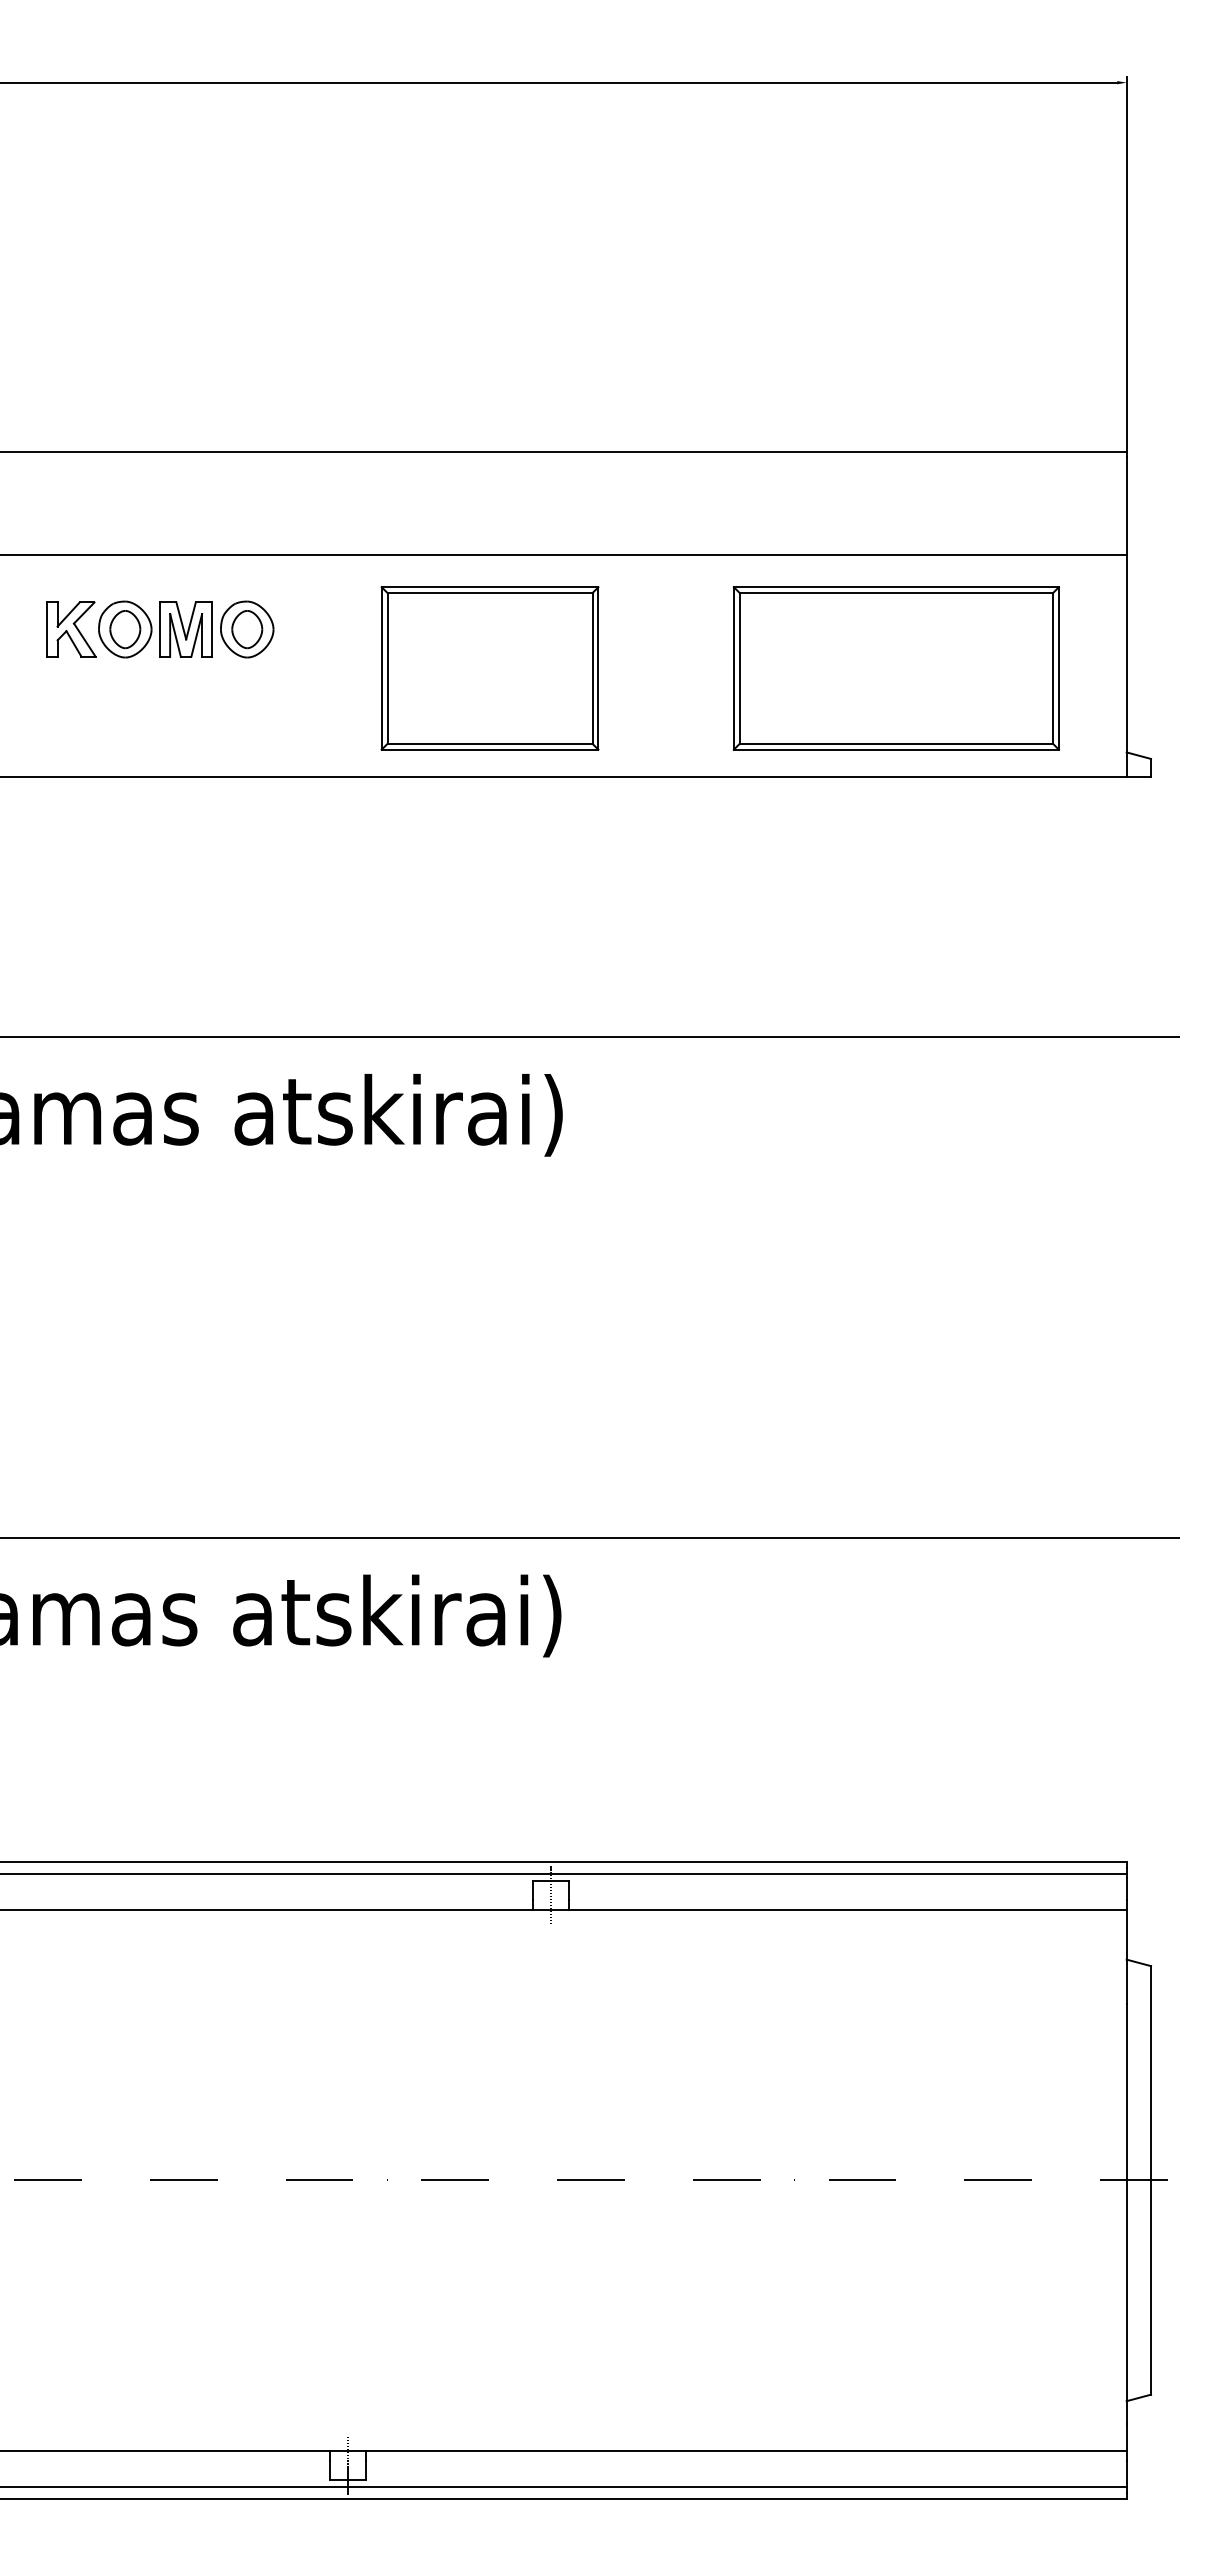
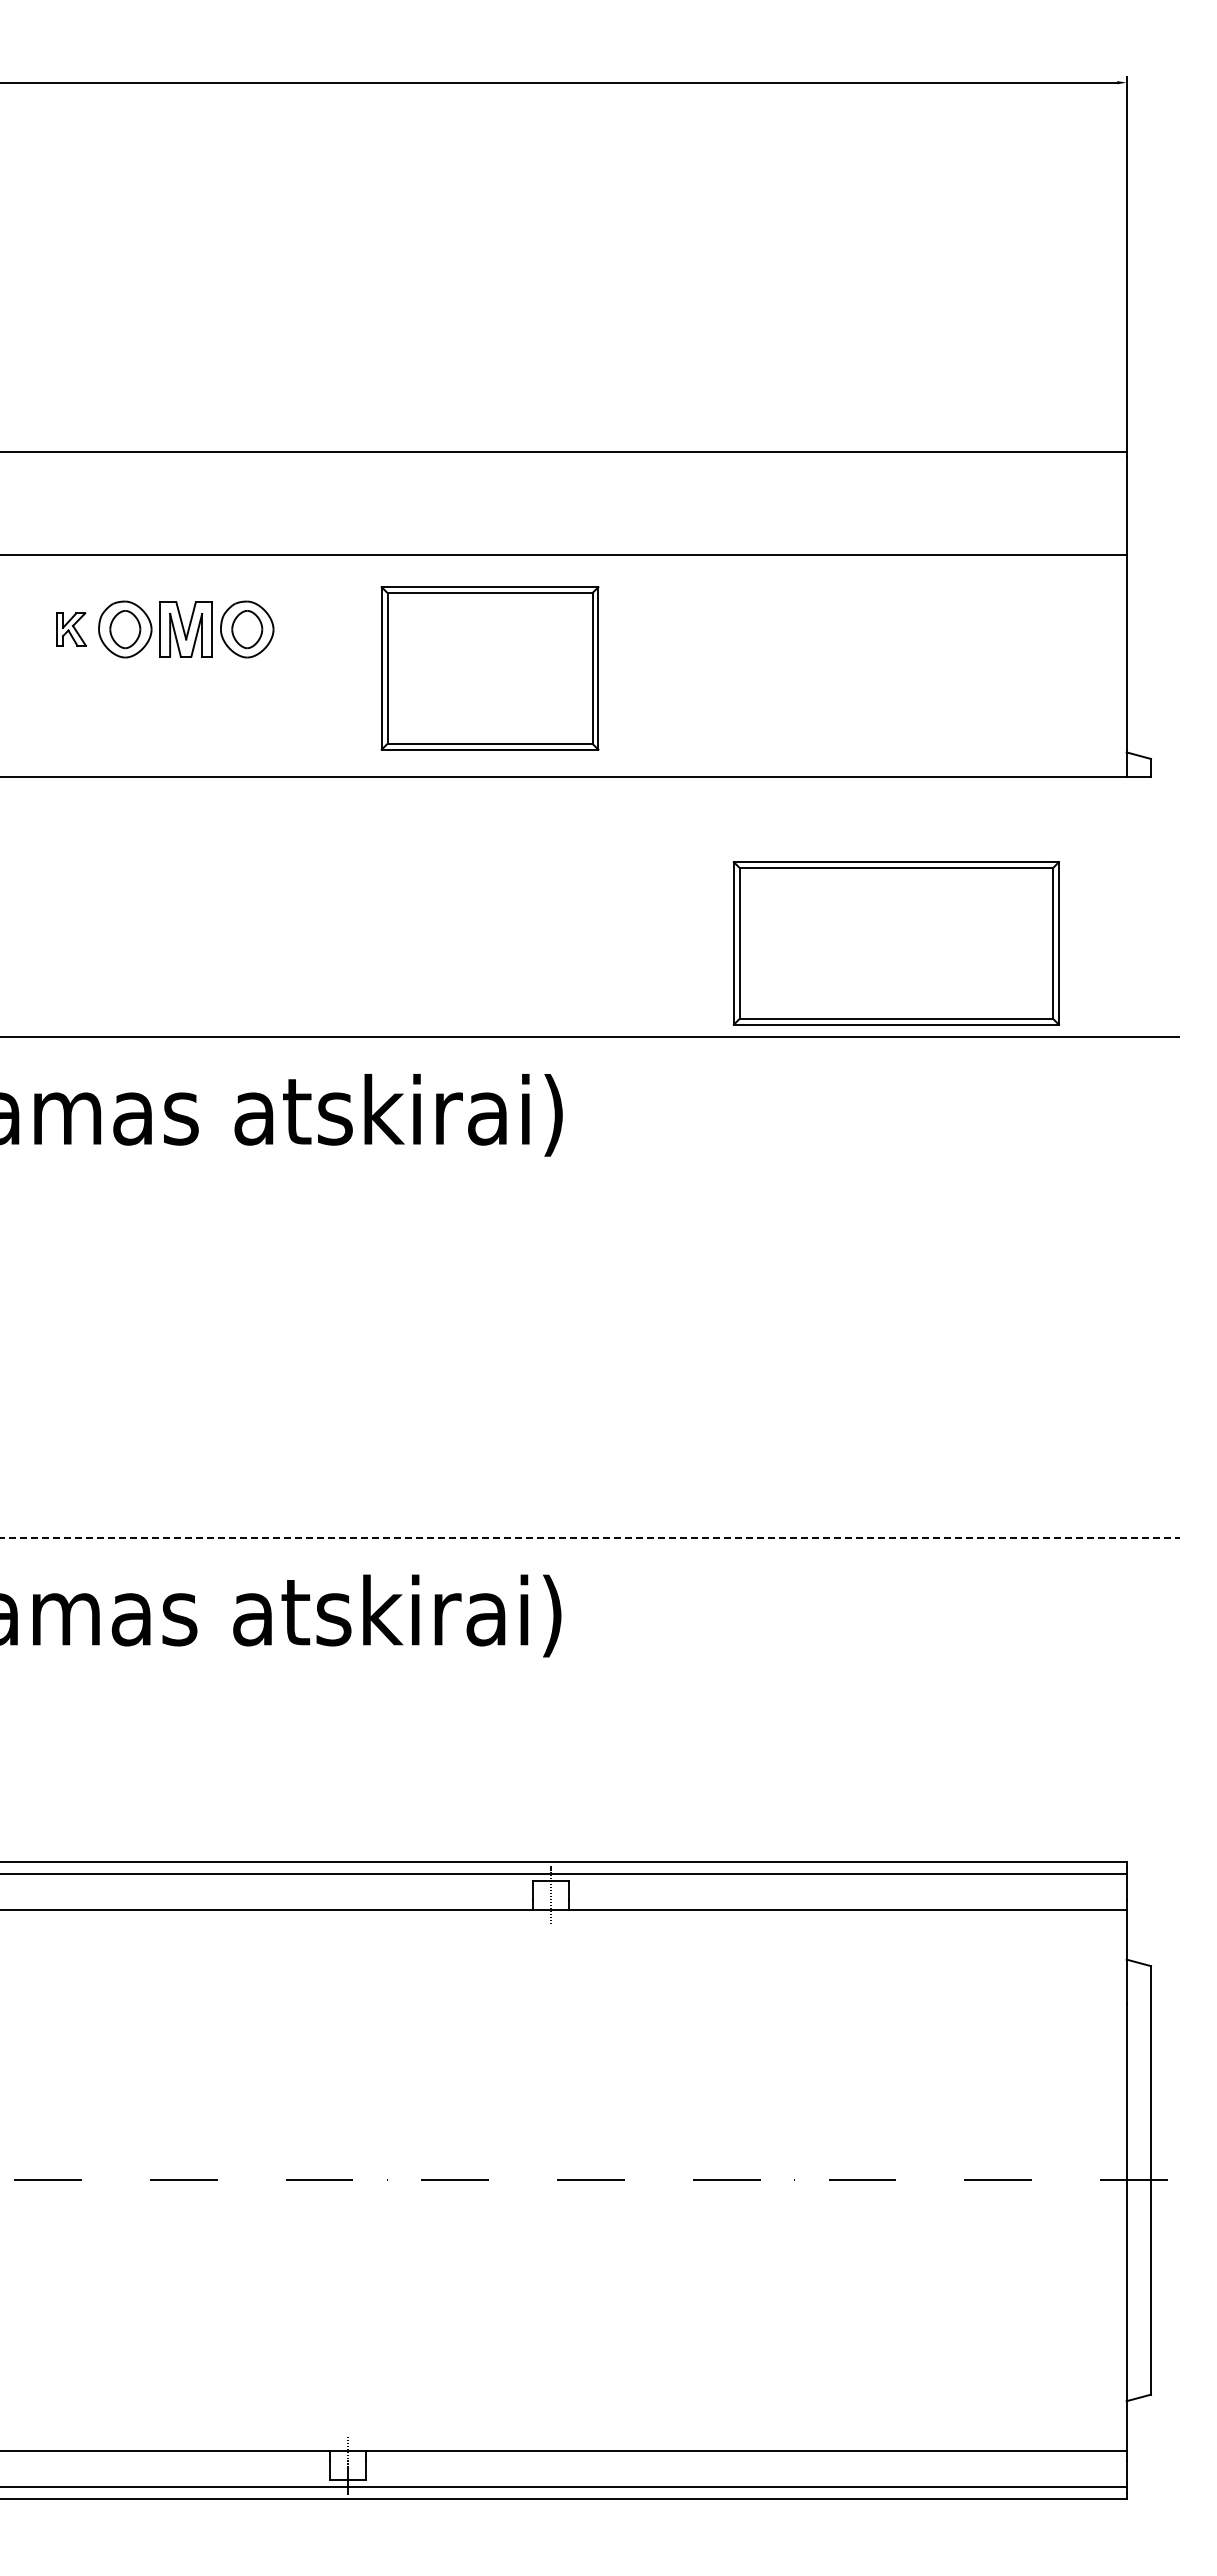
part at (71, 629) size: 51x57 px -> 31x35 px
part at (895, 668) position: (895, 668) -> (895, 943)
line at (590, 1537): solid -> dashed
